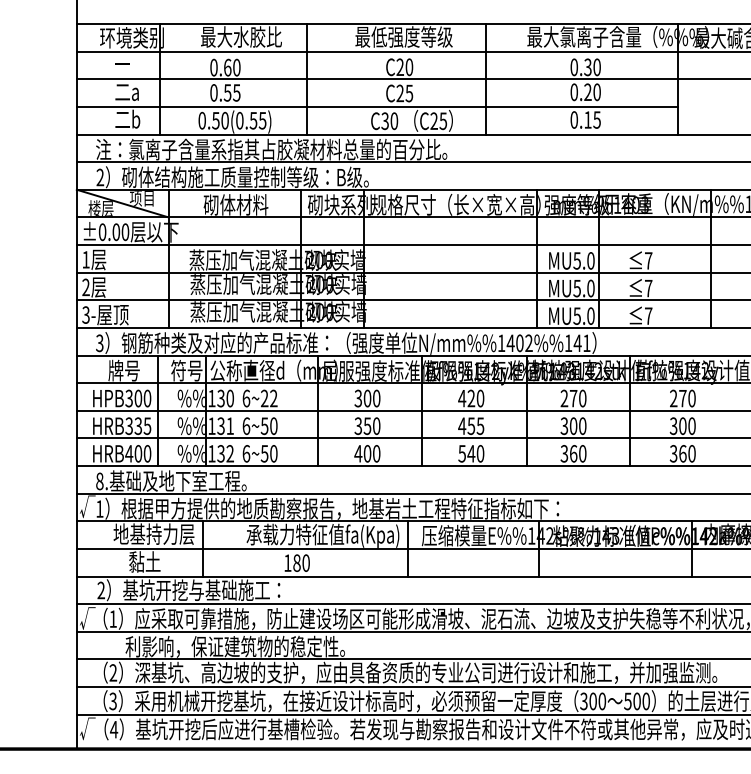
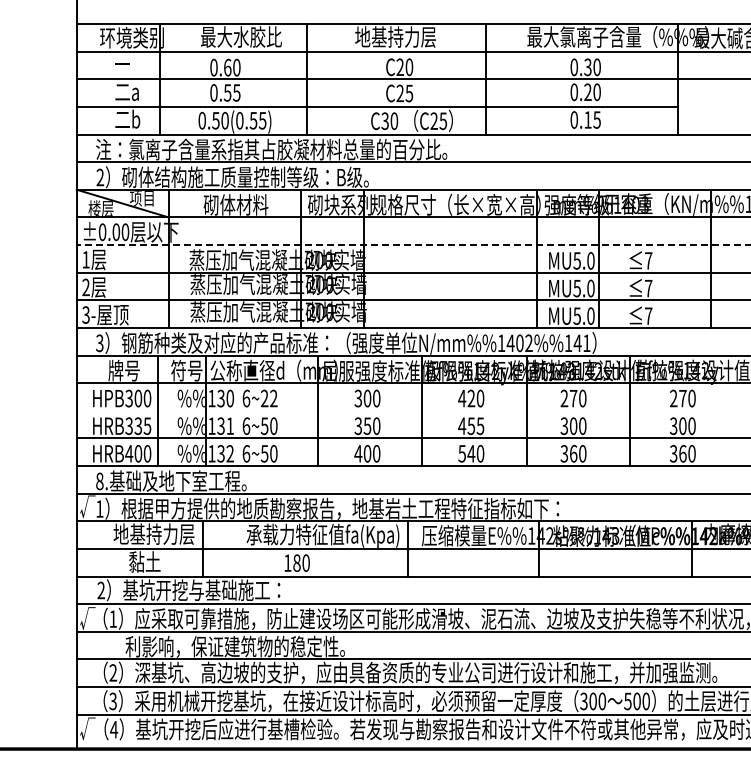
text at (403, 36): 最低强度等级 -> 地基持力层
line at (413, 245): solid -> dashed
line at (411, 410): present -> none
